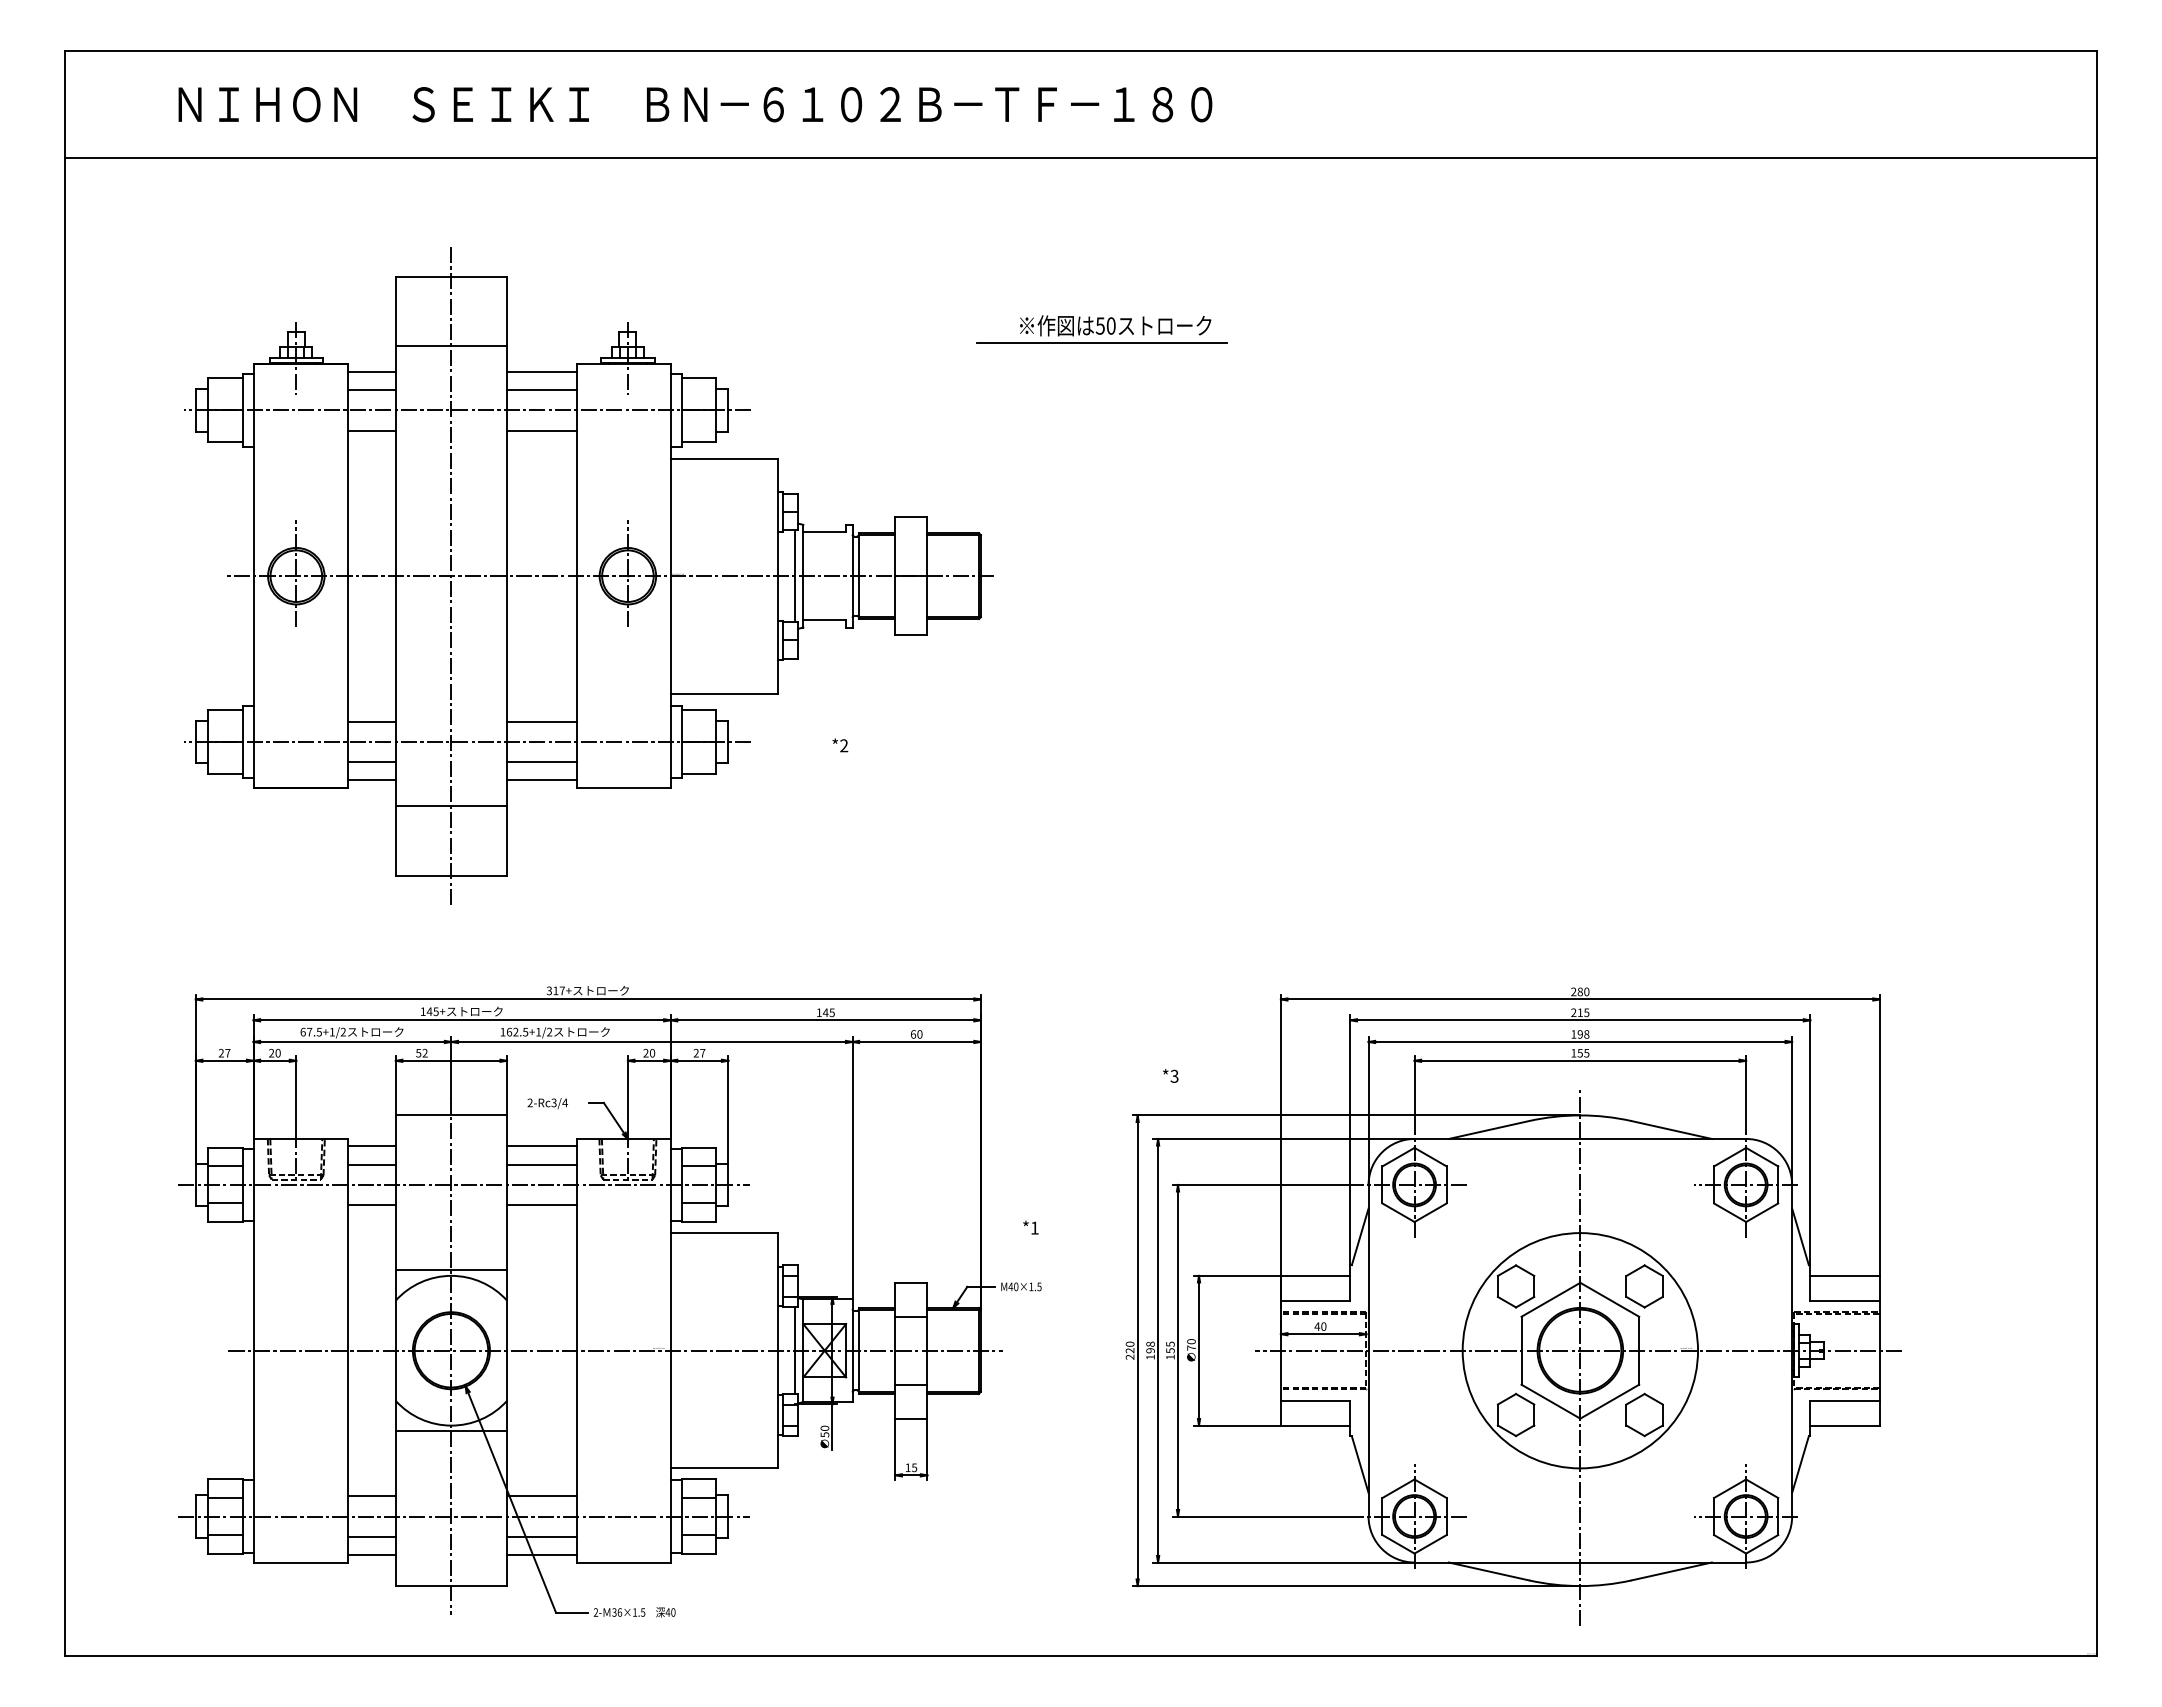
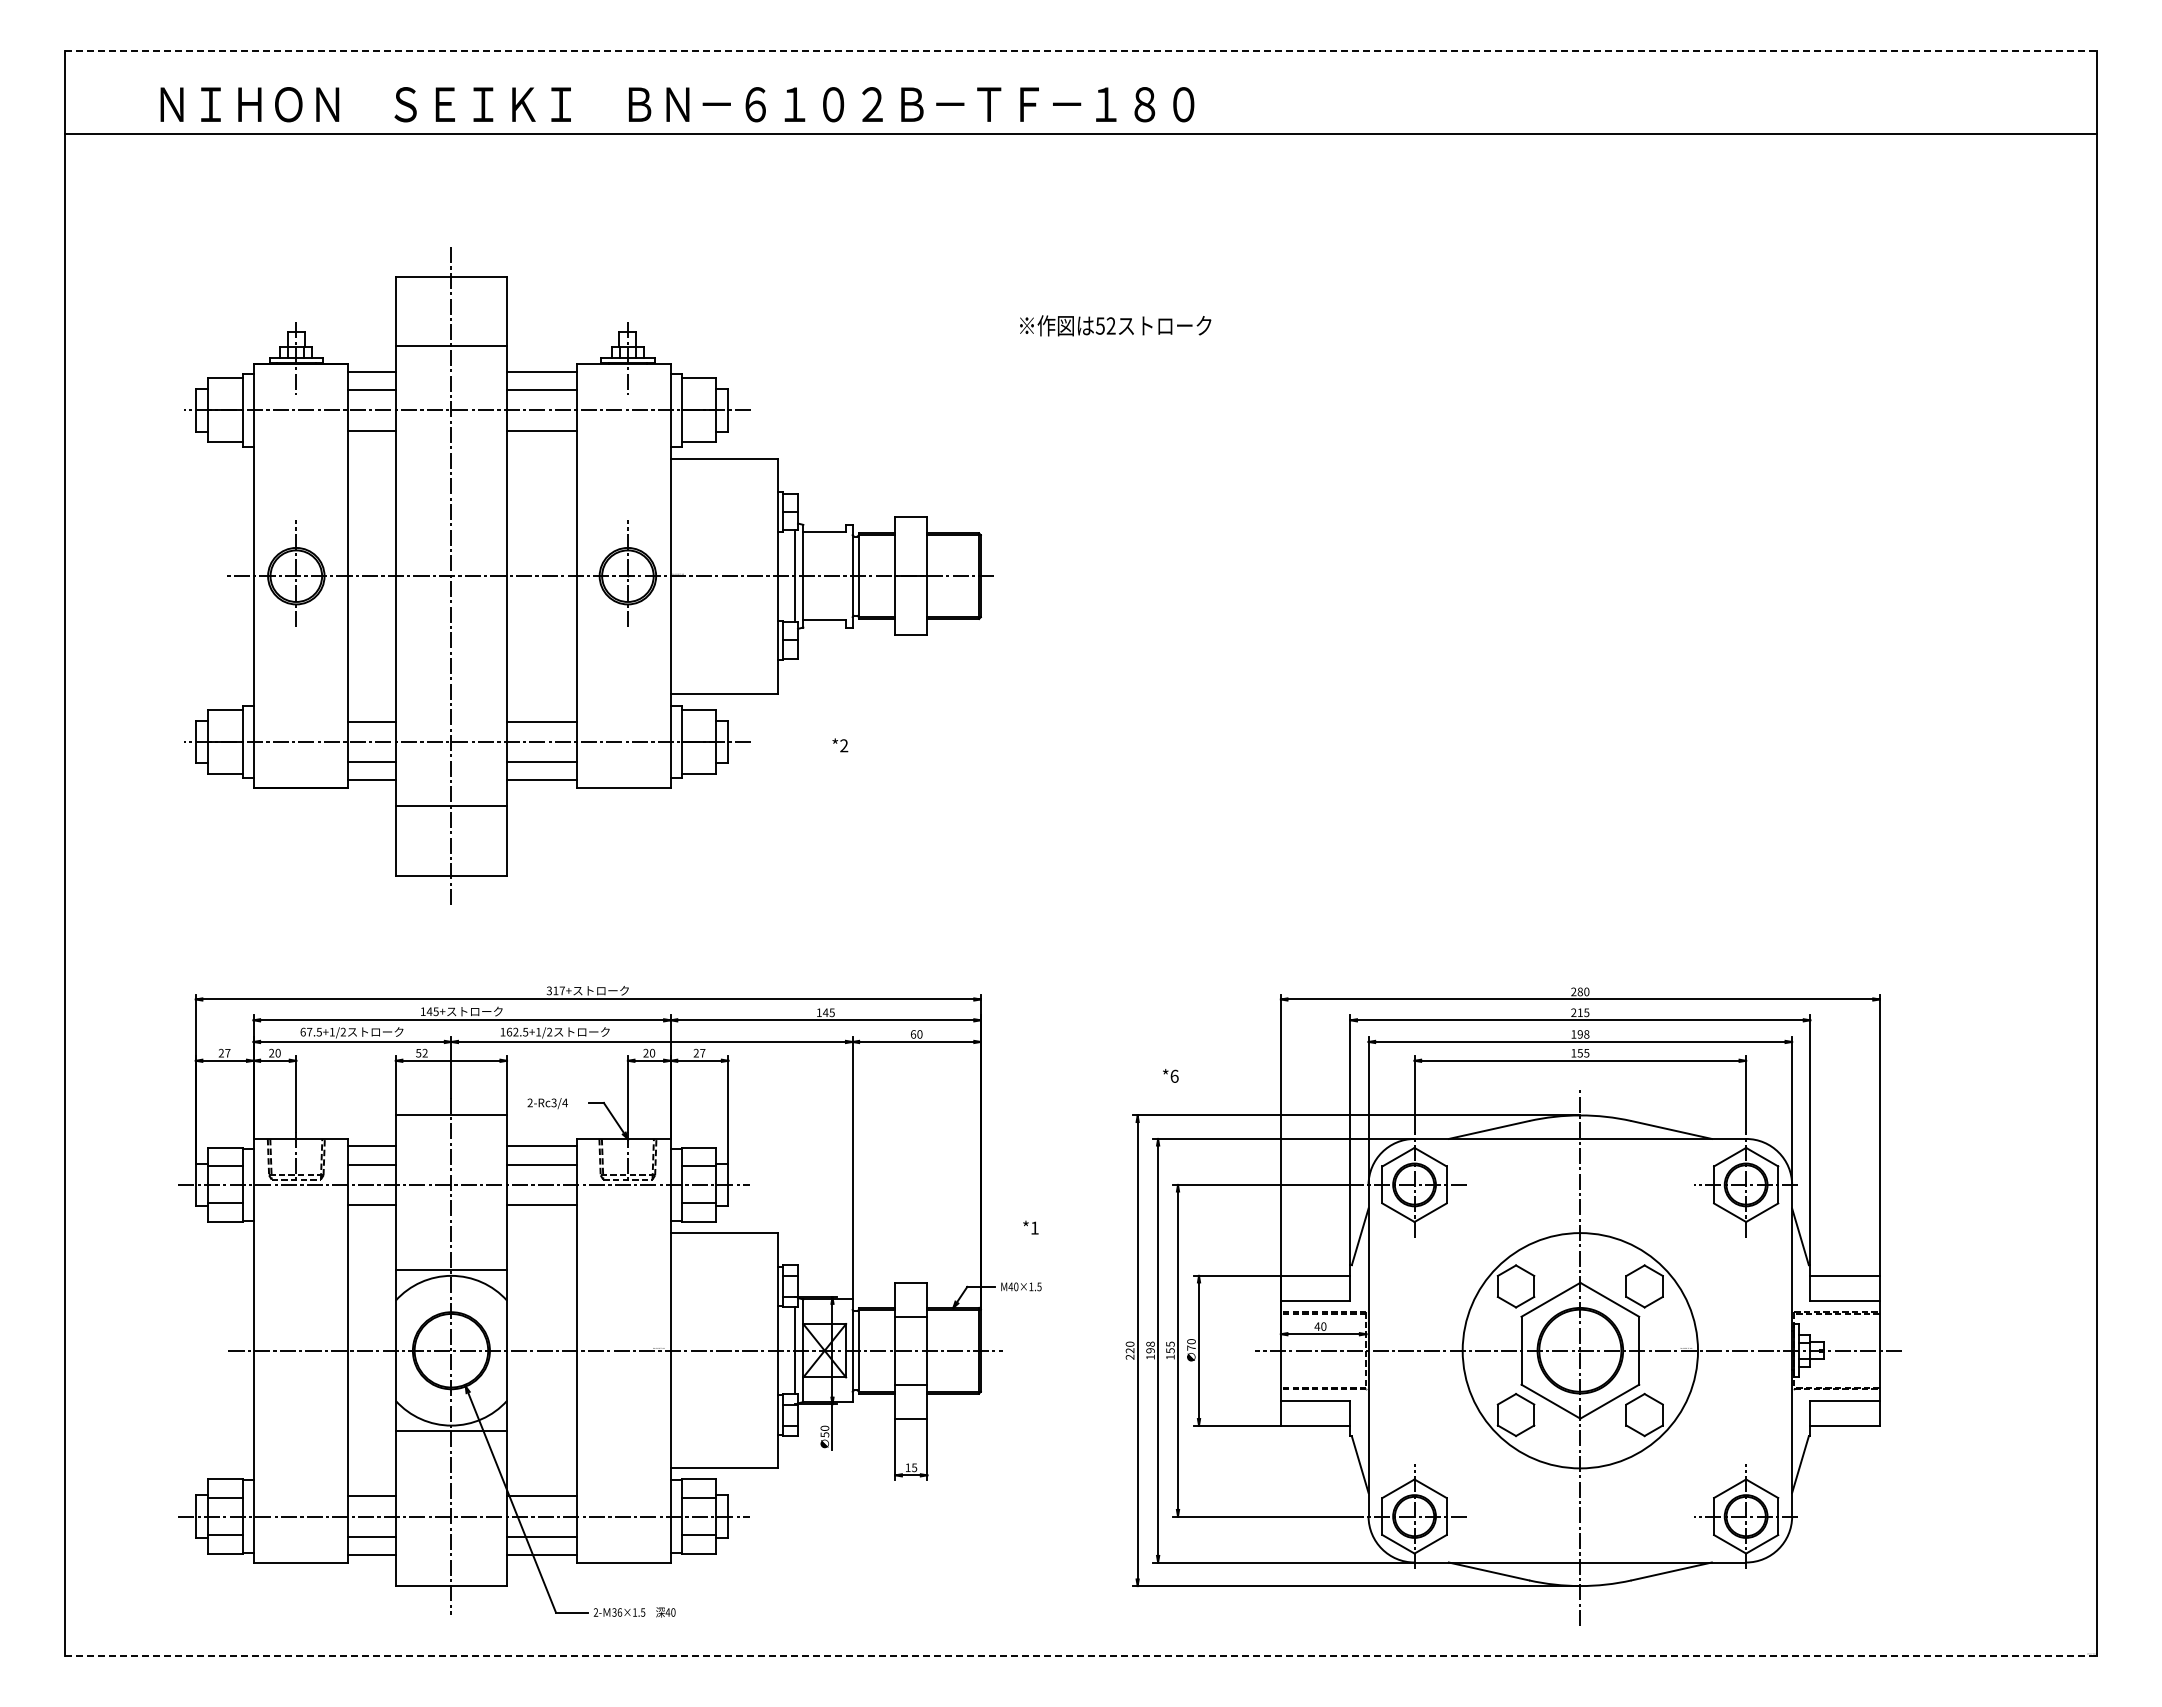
line at (1081, 51): solid -> dashed
text at (695, 104) position: (695, 104) -> (677, 104)
line at (1080, 158) position: (1080, 158) -> (1080, 134)
text at (1110, 325): 50 -> 52
line at (1101, 343): present -> none
text at (1174, 1075): *3 -> *6
line at (1081, 1655): solid -> dashed
